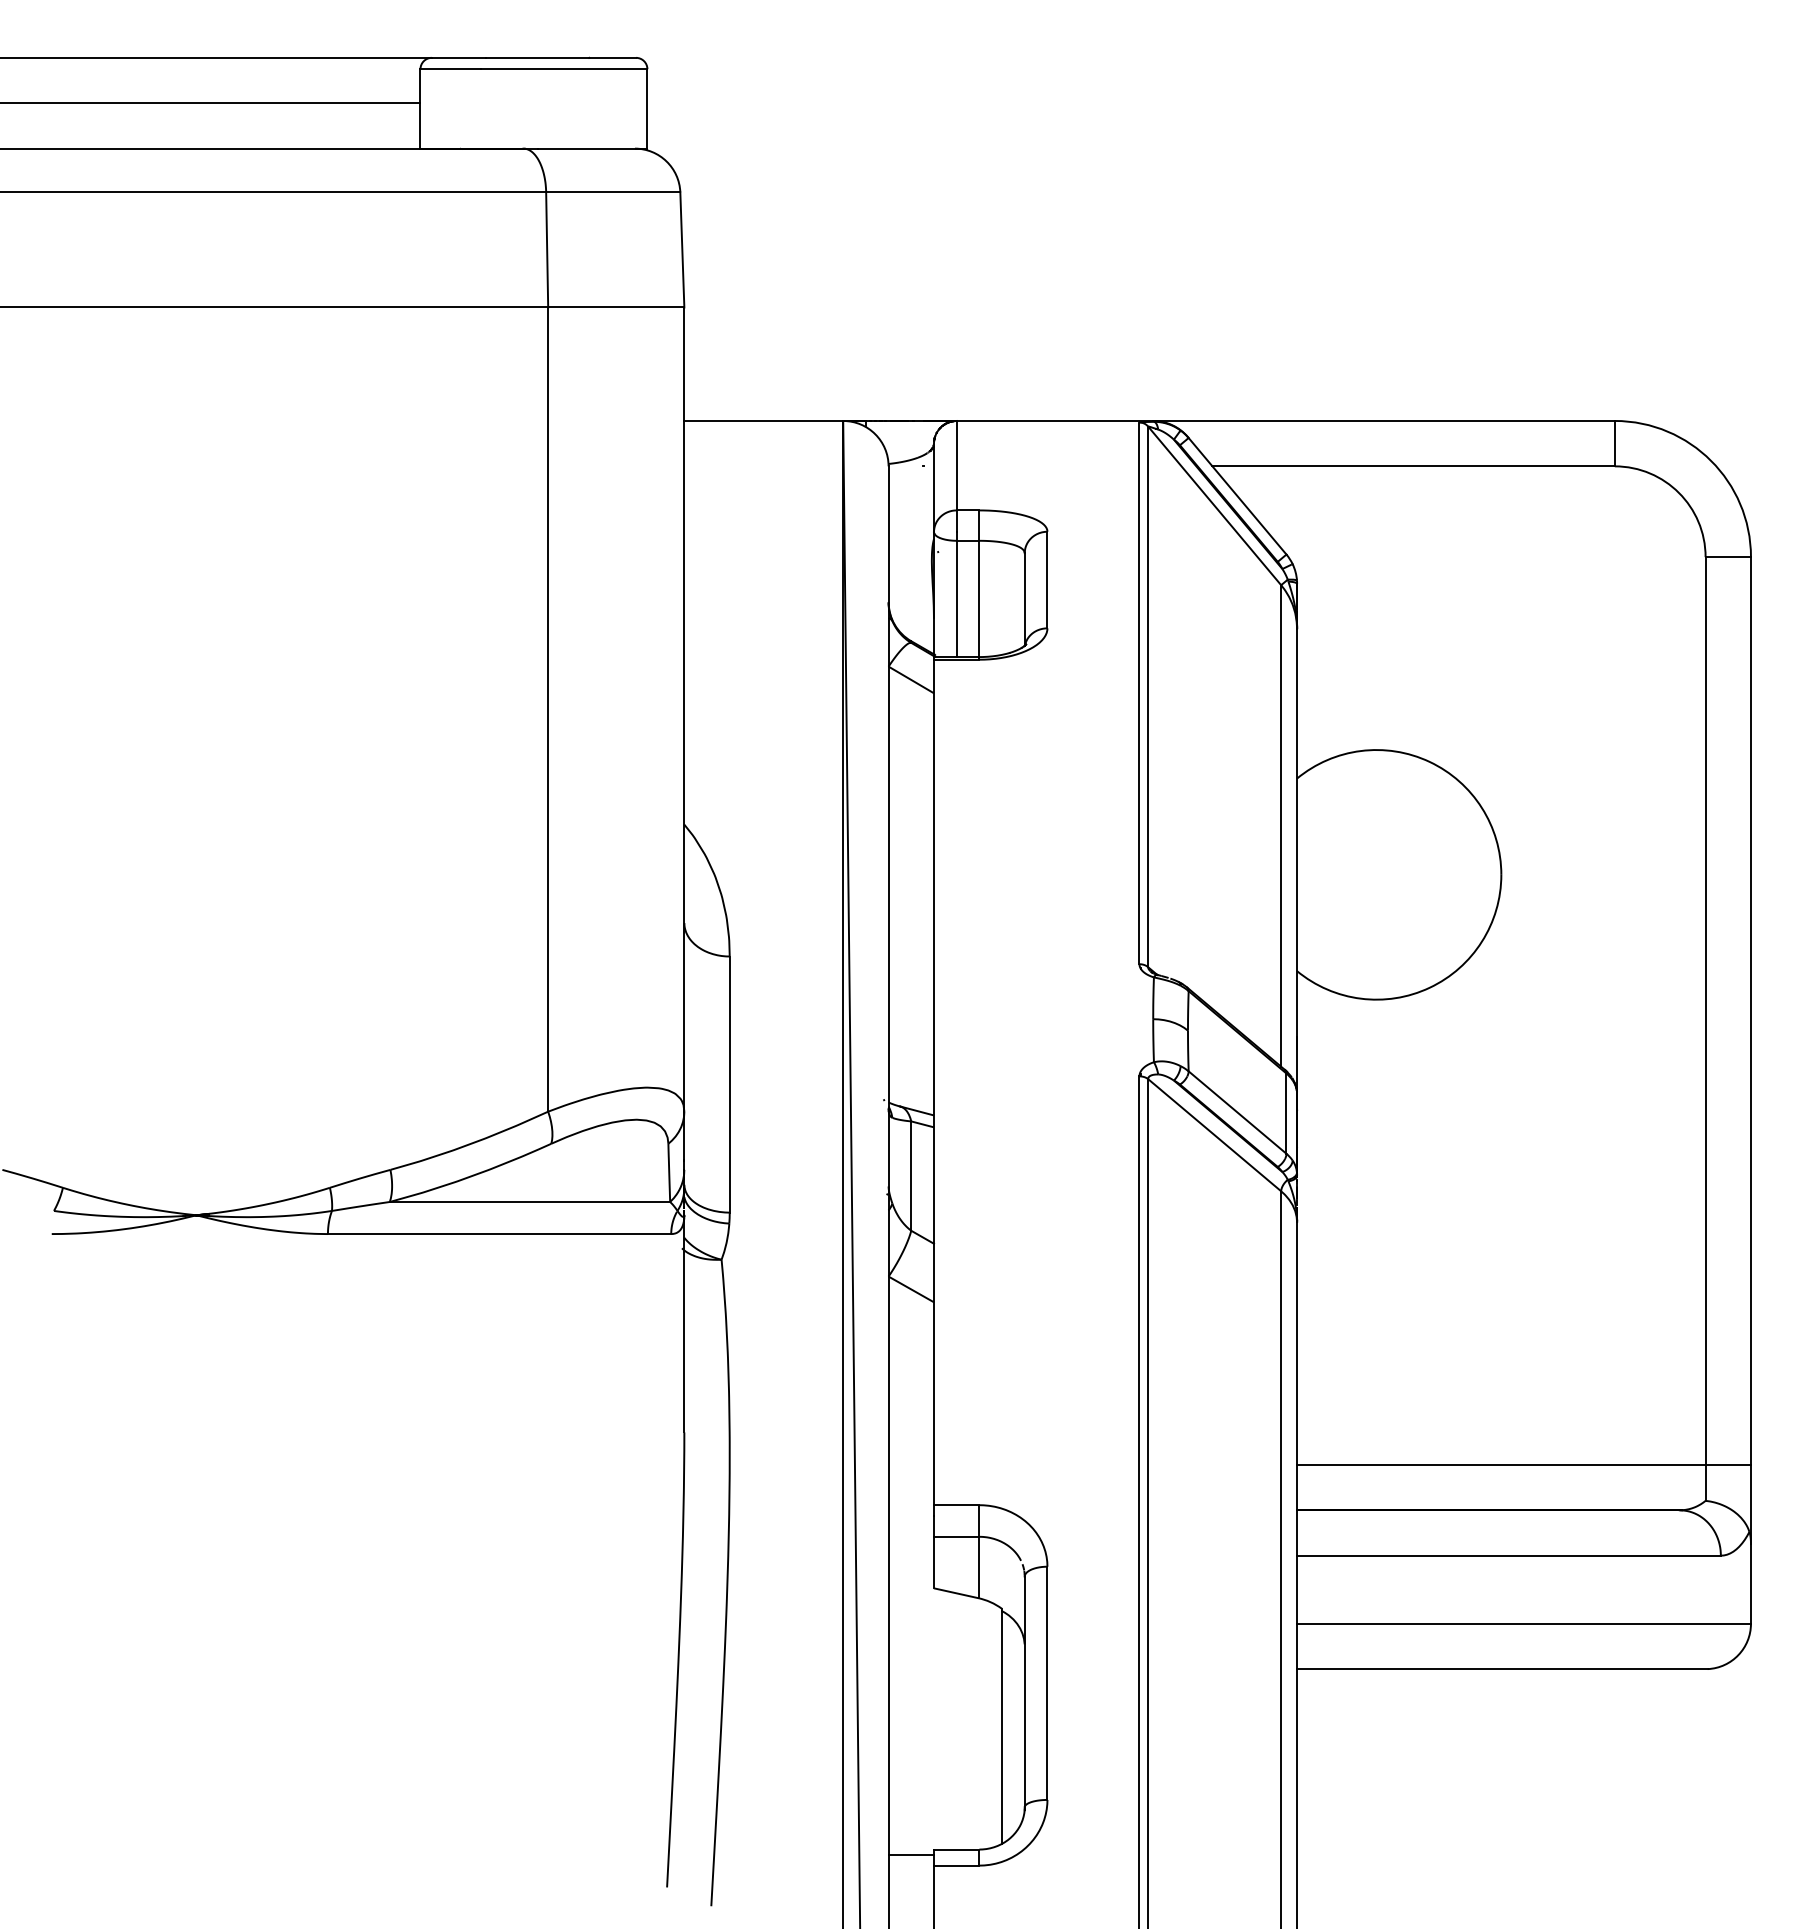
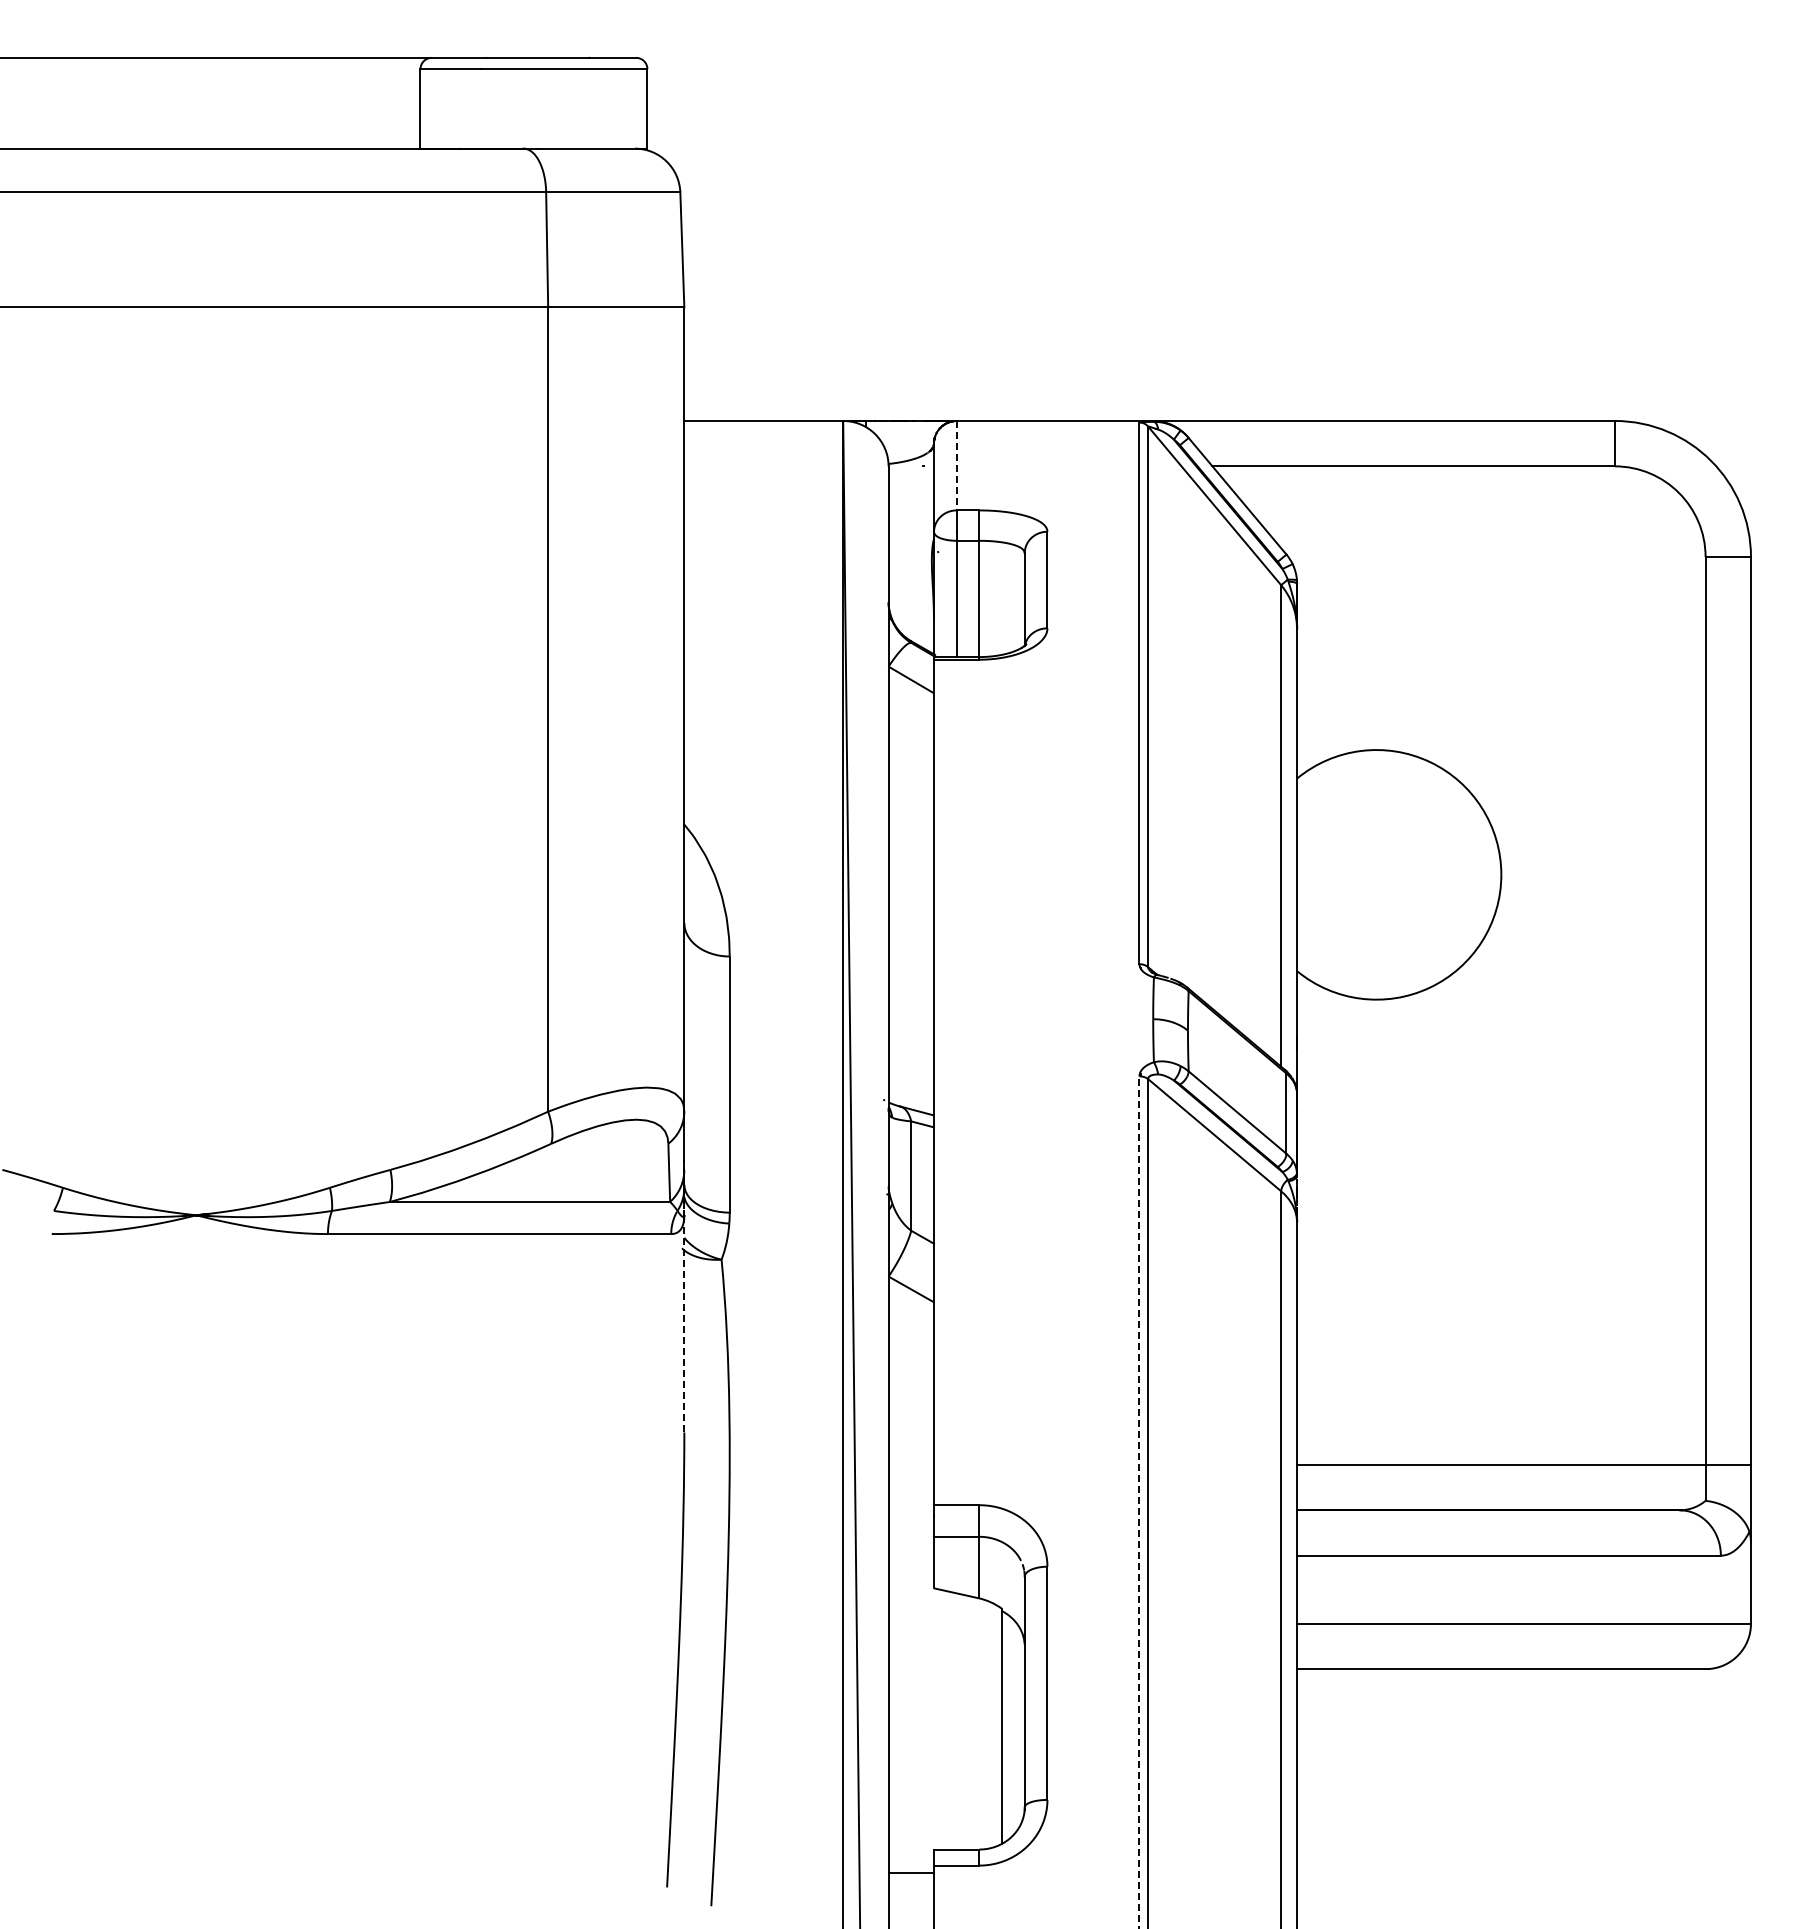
line at (211, 103): present -> none
line at (956, 465): solid -> dashed
line at (684, 1323): solid -> dashed
line at (1139, 1502): solid -> dashed
line at (910, 1854) position: (910, 1854) -> (910, 1872)
